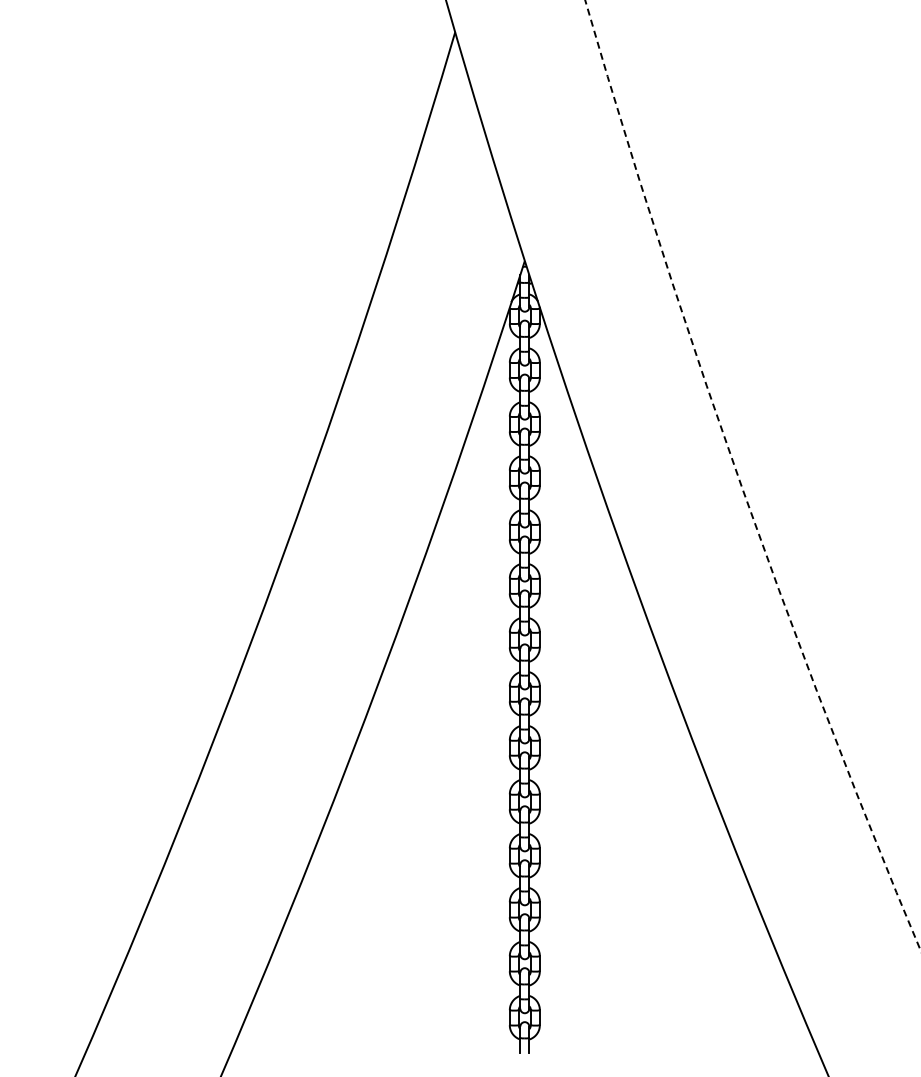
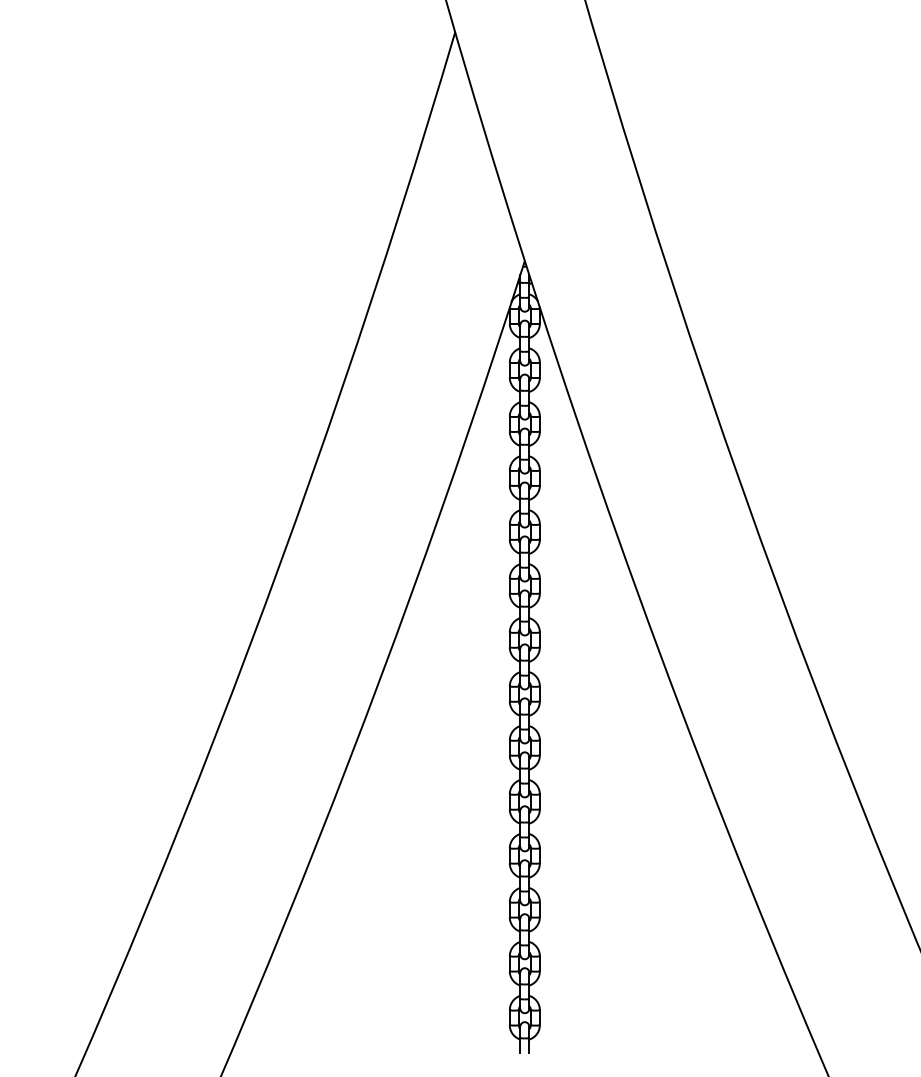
arc at (740, 481): dashed -> solid
